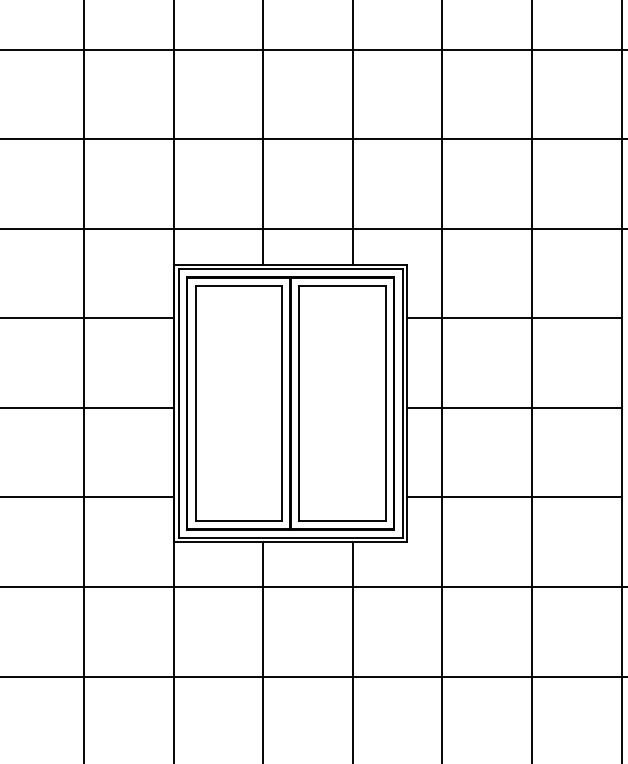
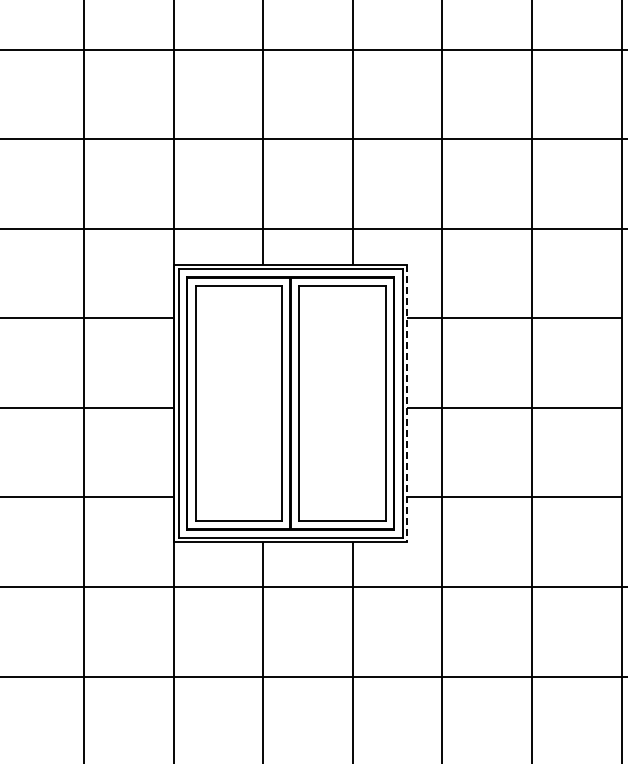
line at (407, 403): solid -> dashed
